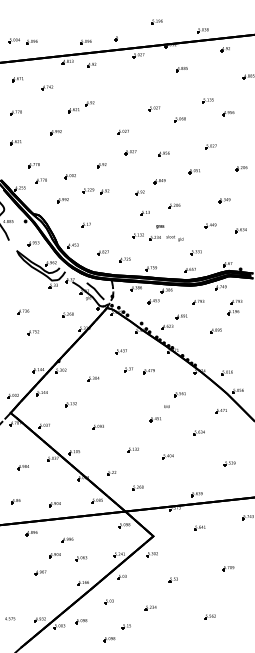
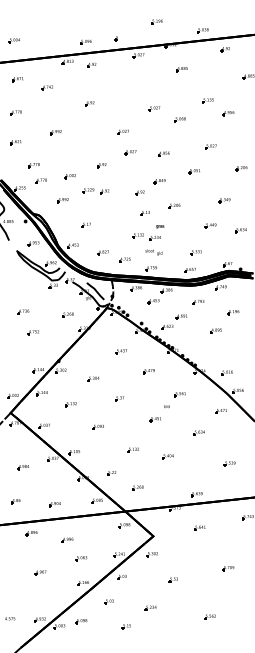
part at (31, 41): present -> none
part at (73, 110): present -> none
text at (174, 238) position: (174, 238) -> (153, 252)
part at (236, 302): present -> none
part at (128, 369) position: (128, 369) -> (119, 398)
part at (54, 555): present -> none
part at (109, 639): present -> none
